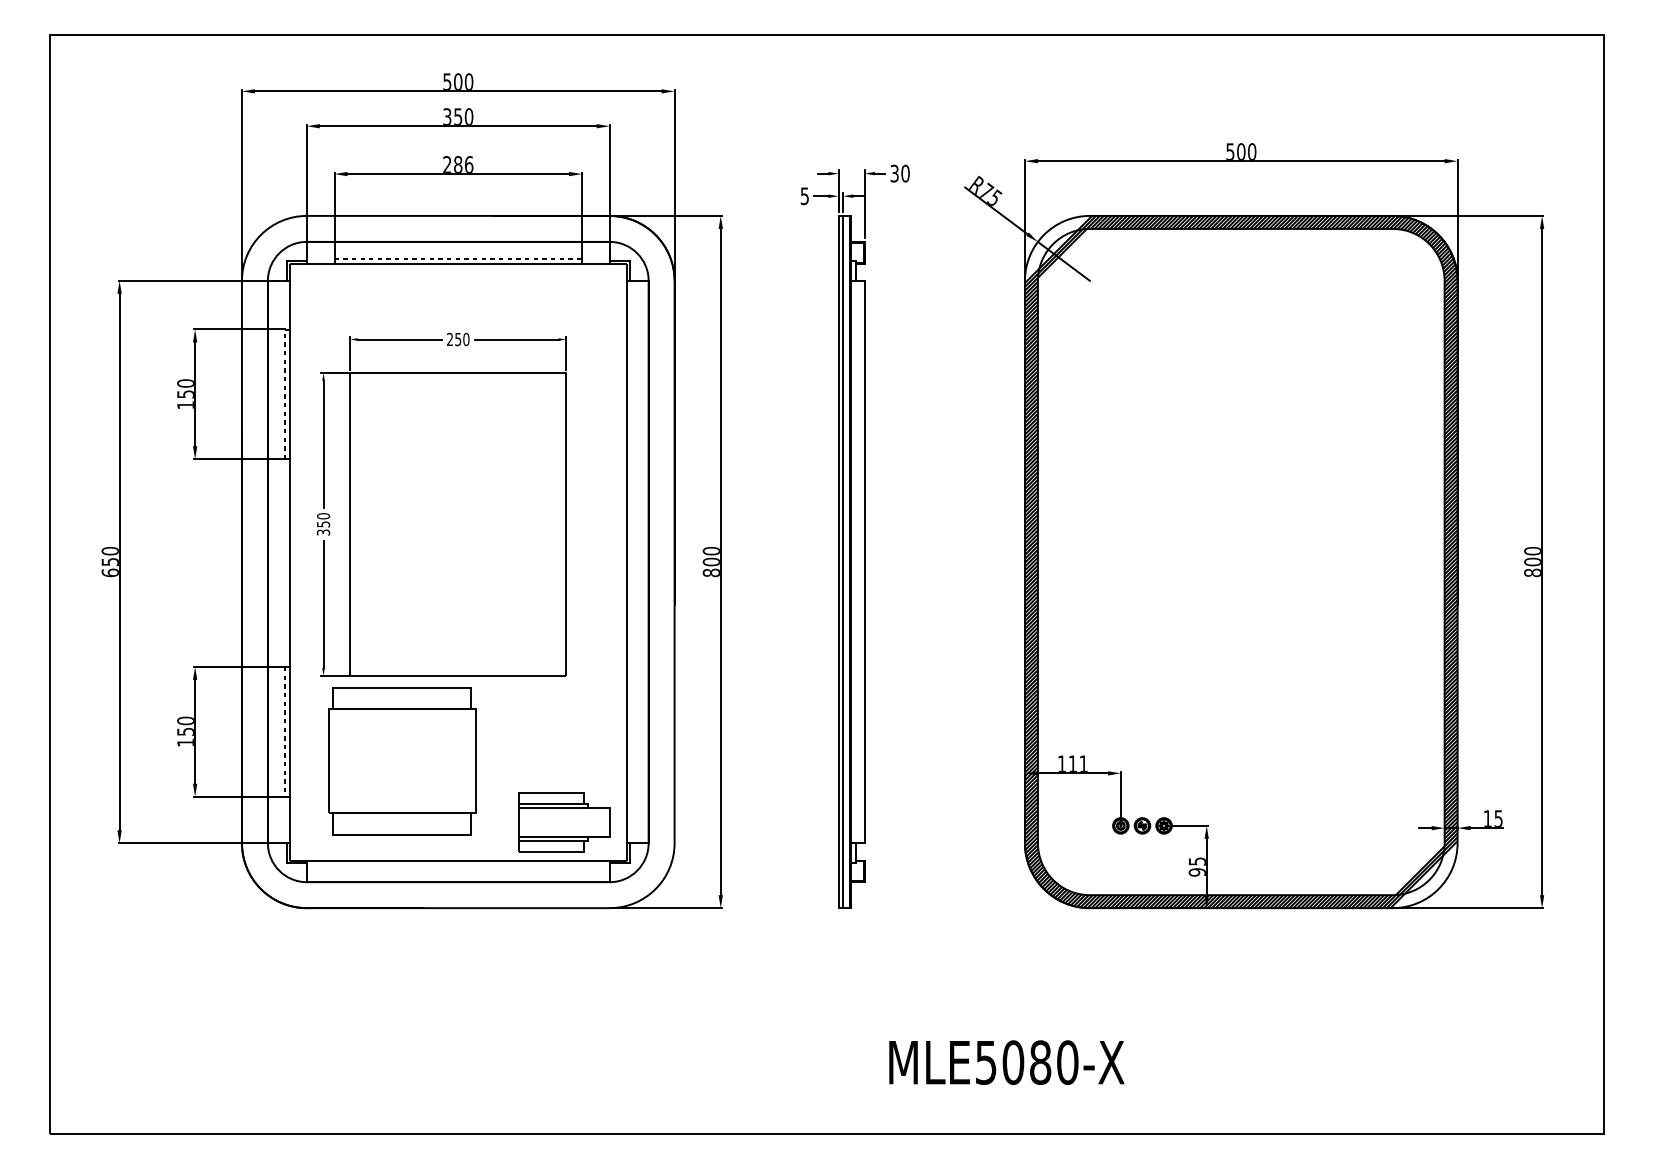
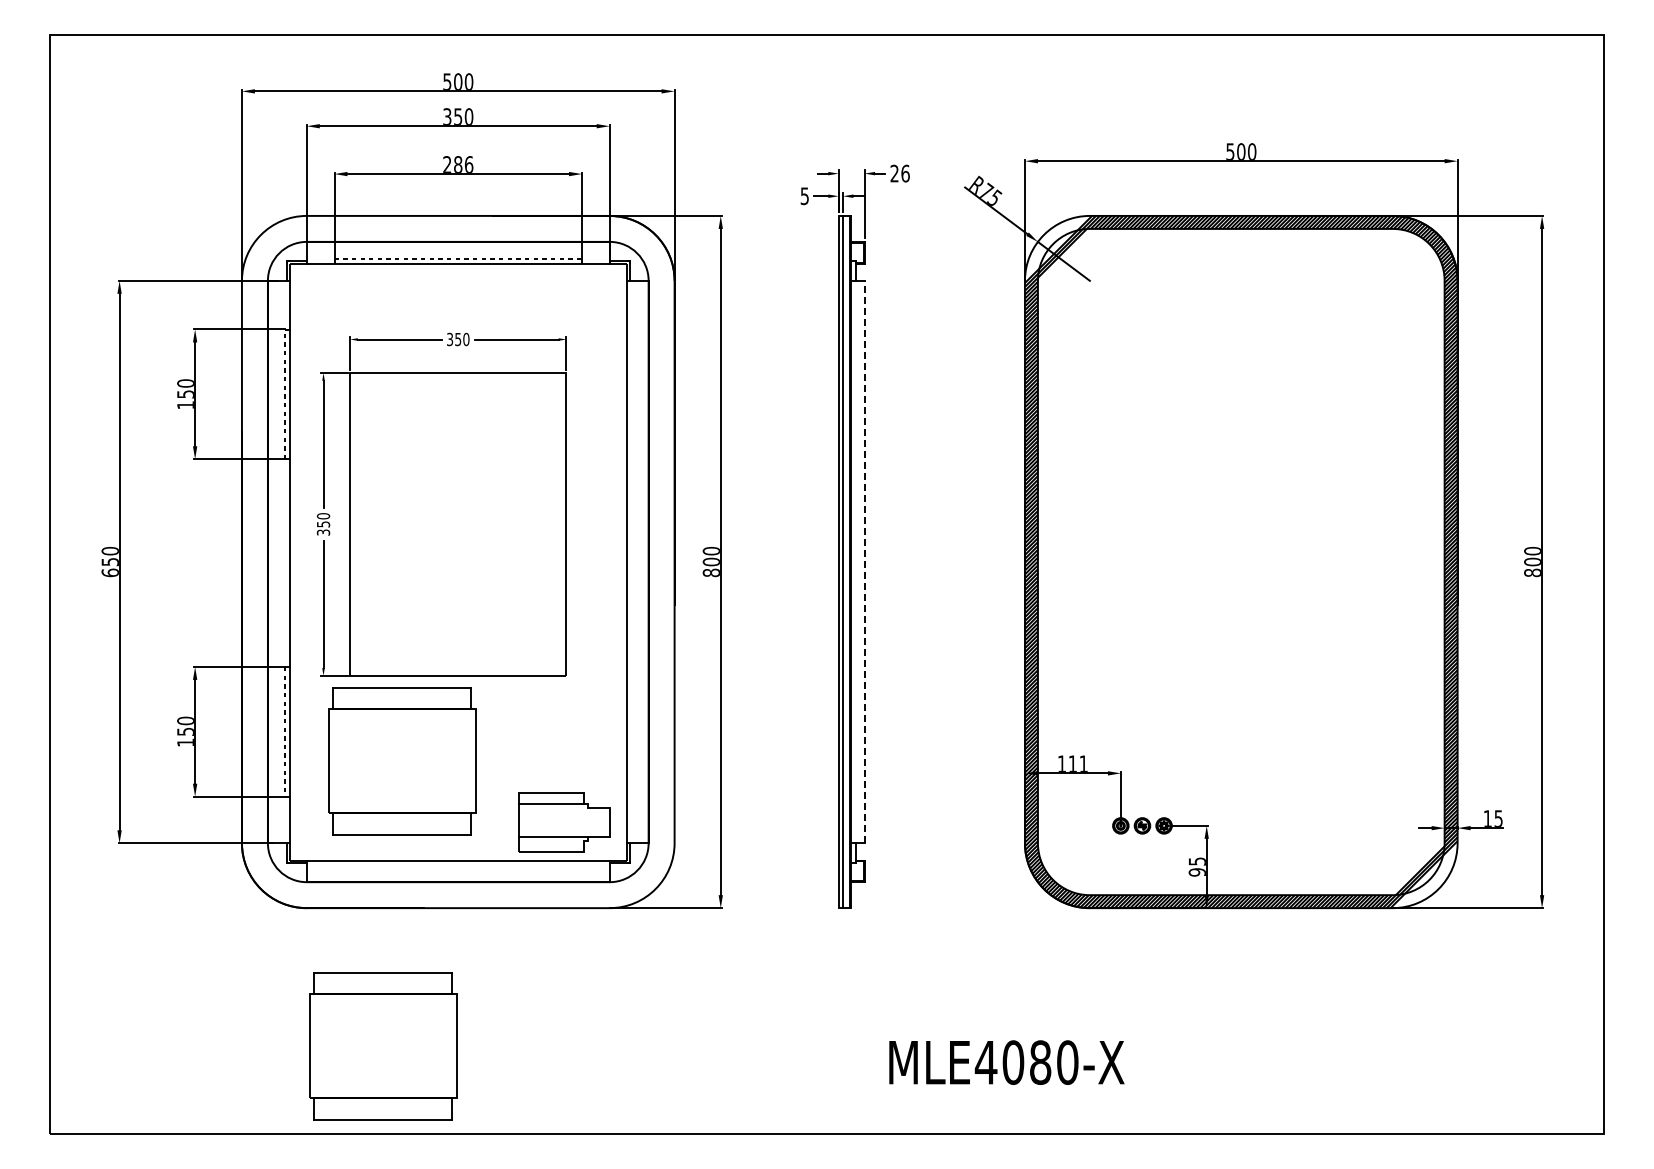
text at (899, 173): 30 -> 26
text at (450, 339): 250 -> 350
line at (864, 561): solid -> dashed
line at (553, 807): present -> none
line at (551, 841): present -> none
part at (383, 1046): none -> present
text at (985, 1062): MLE5080-X -> MLE4080-X
